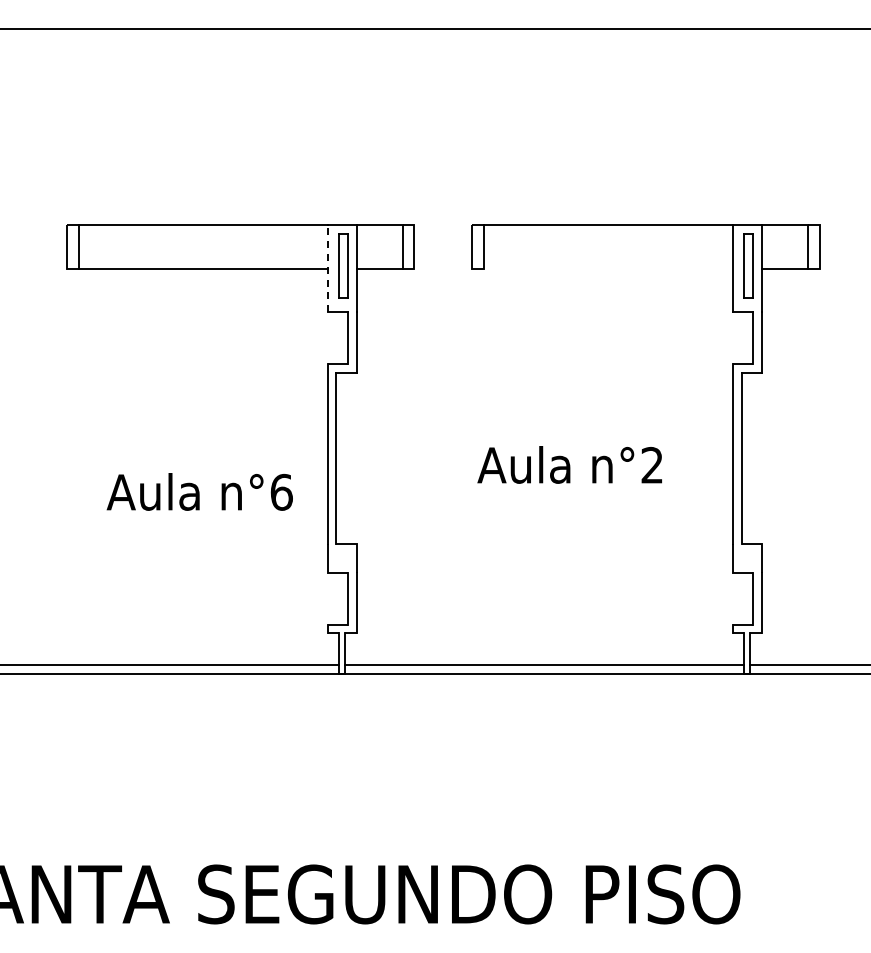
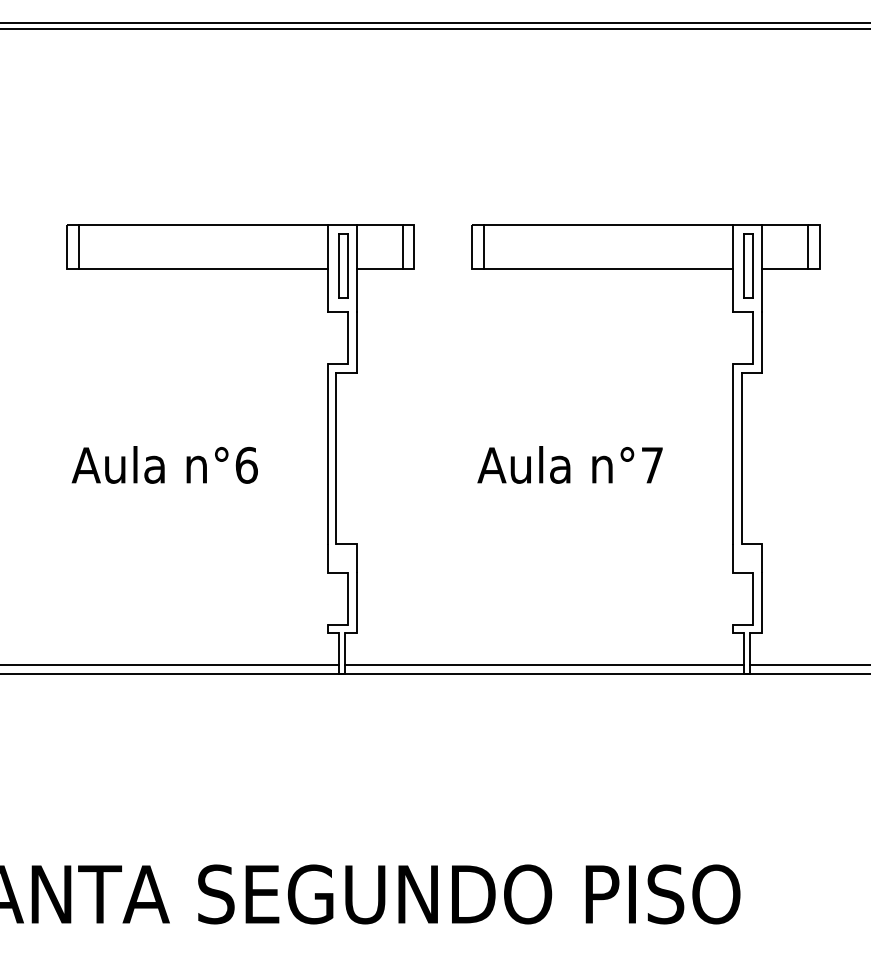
line at (434, 22): none -> present
line at (327, 268): dashed -> solid
line at (607, 268): none -> present
text at (651, 464): n°2 -> n°7
text at (199, 491) position: (199, 491) -> (164, 464)
